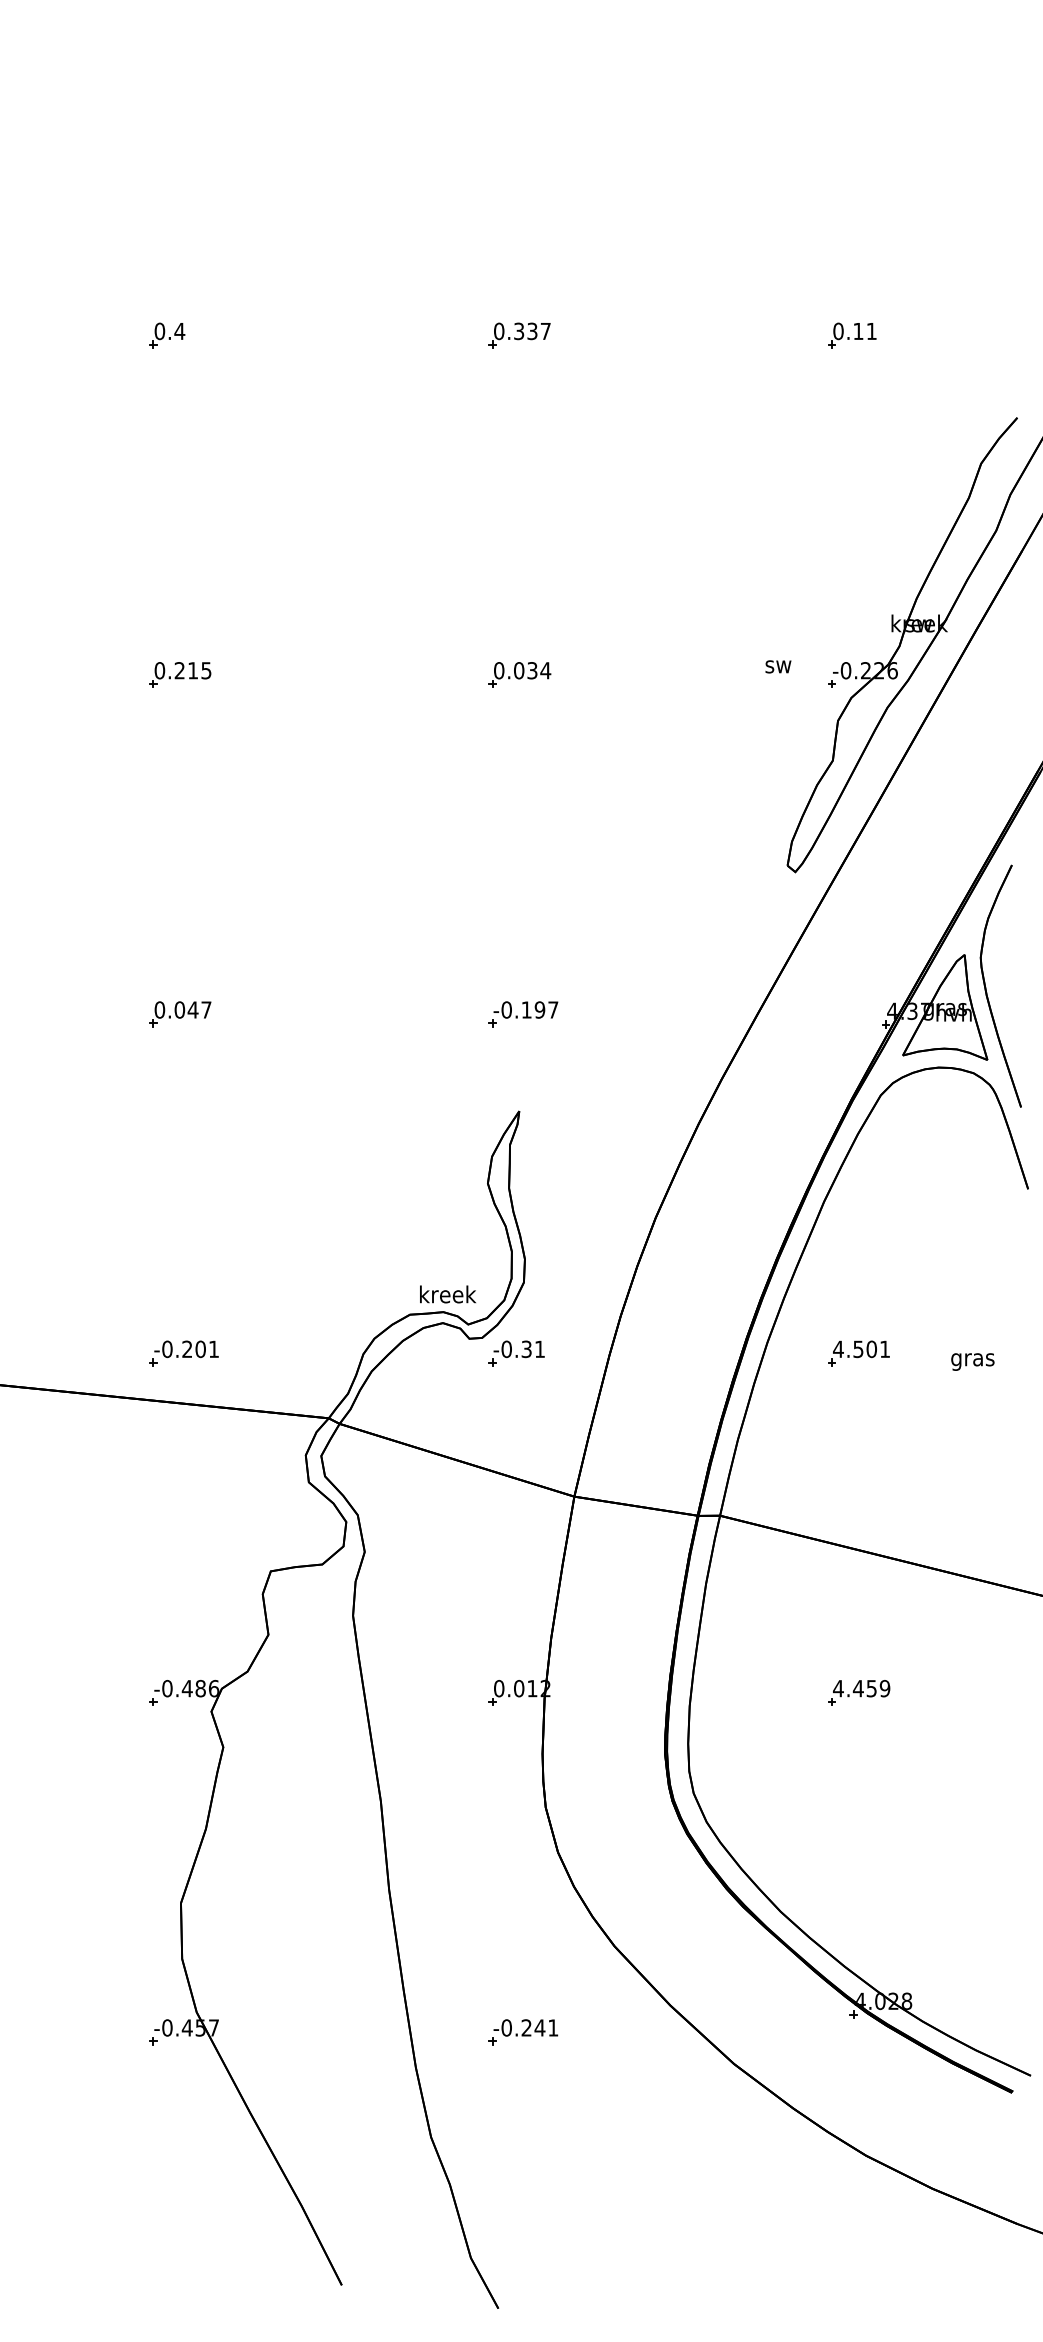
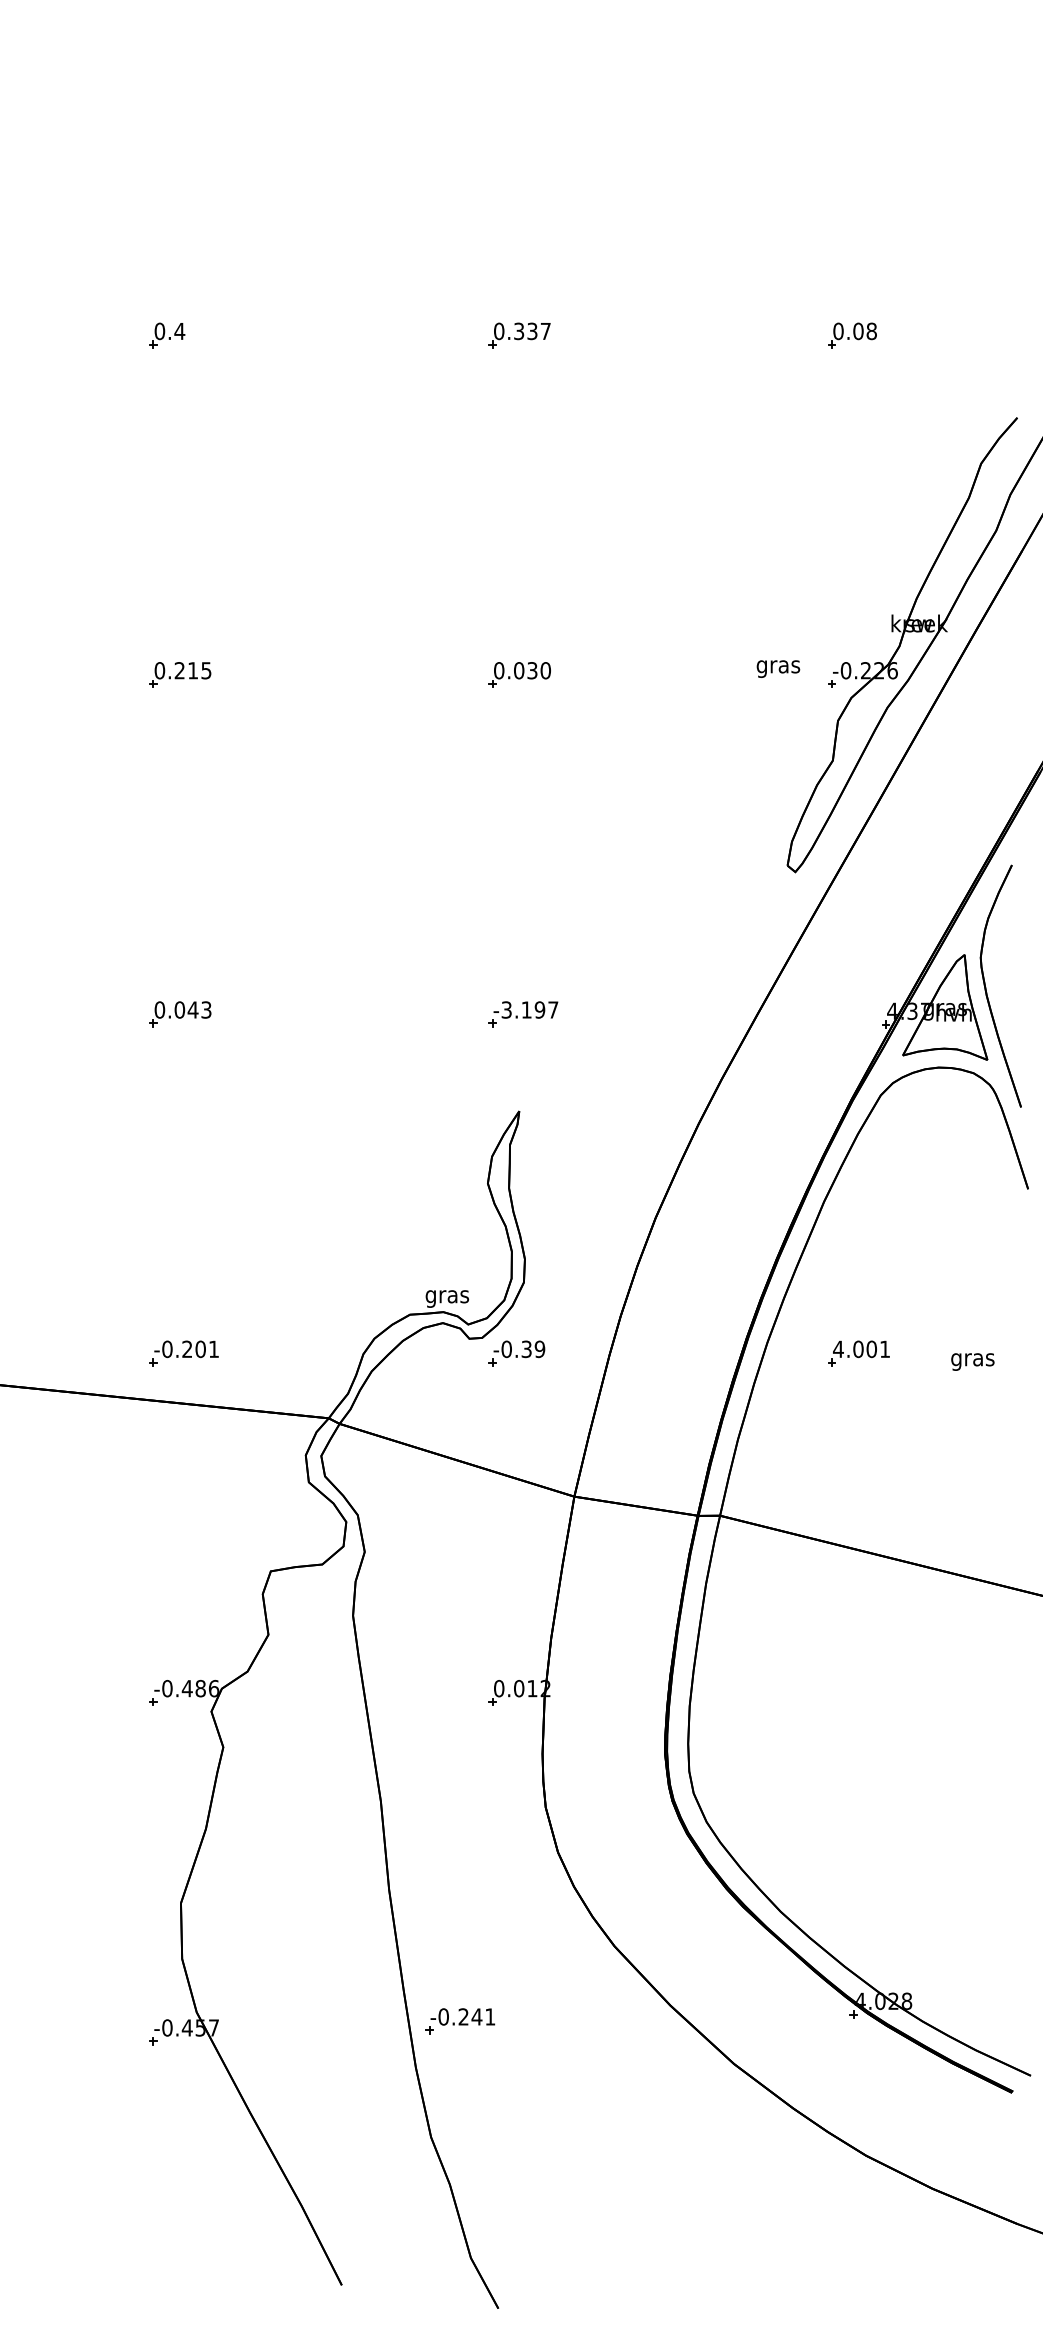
text at (864, 331): 0.11 -> 0.08
text at (778, 668): sw -> gras
text at (545, 670): 0.034 -> 0.030
text at (206, 1009): 0.047 -> 0.043
text at (506, 1009): -0.197 -> -3.197
text at (448, 1296): kreek -> gras
text at (539, 1349): -0.31 -> -0.39
text at (858, 1349): 4.501 -> 4.001
part at (859, 1692): present -> none
part at (523, 2032) position: (523, 2032) -> (460, 2021)
